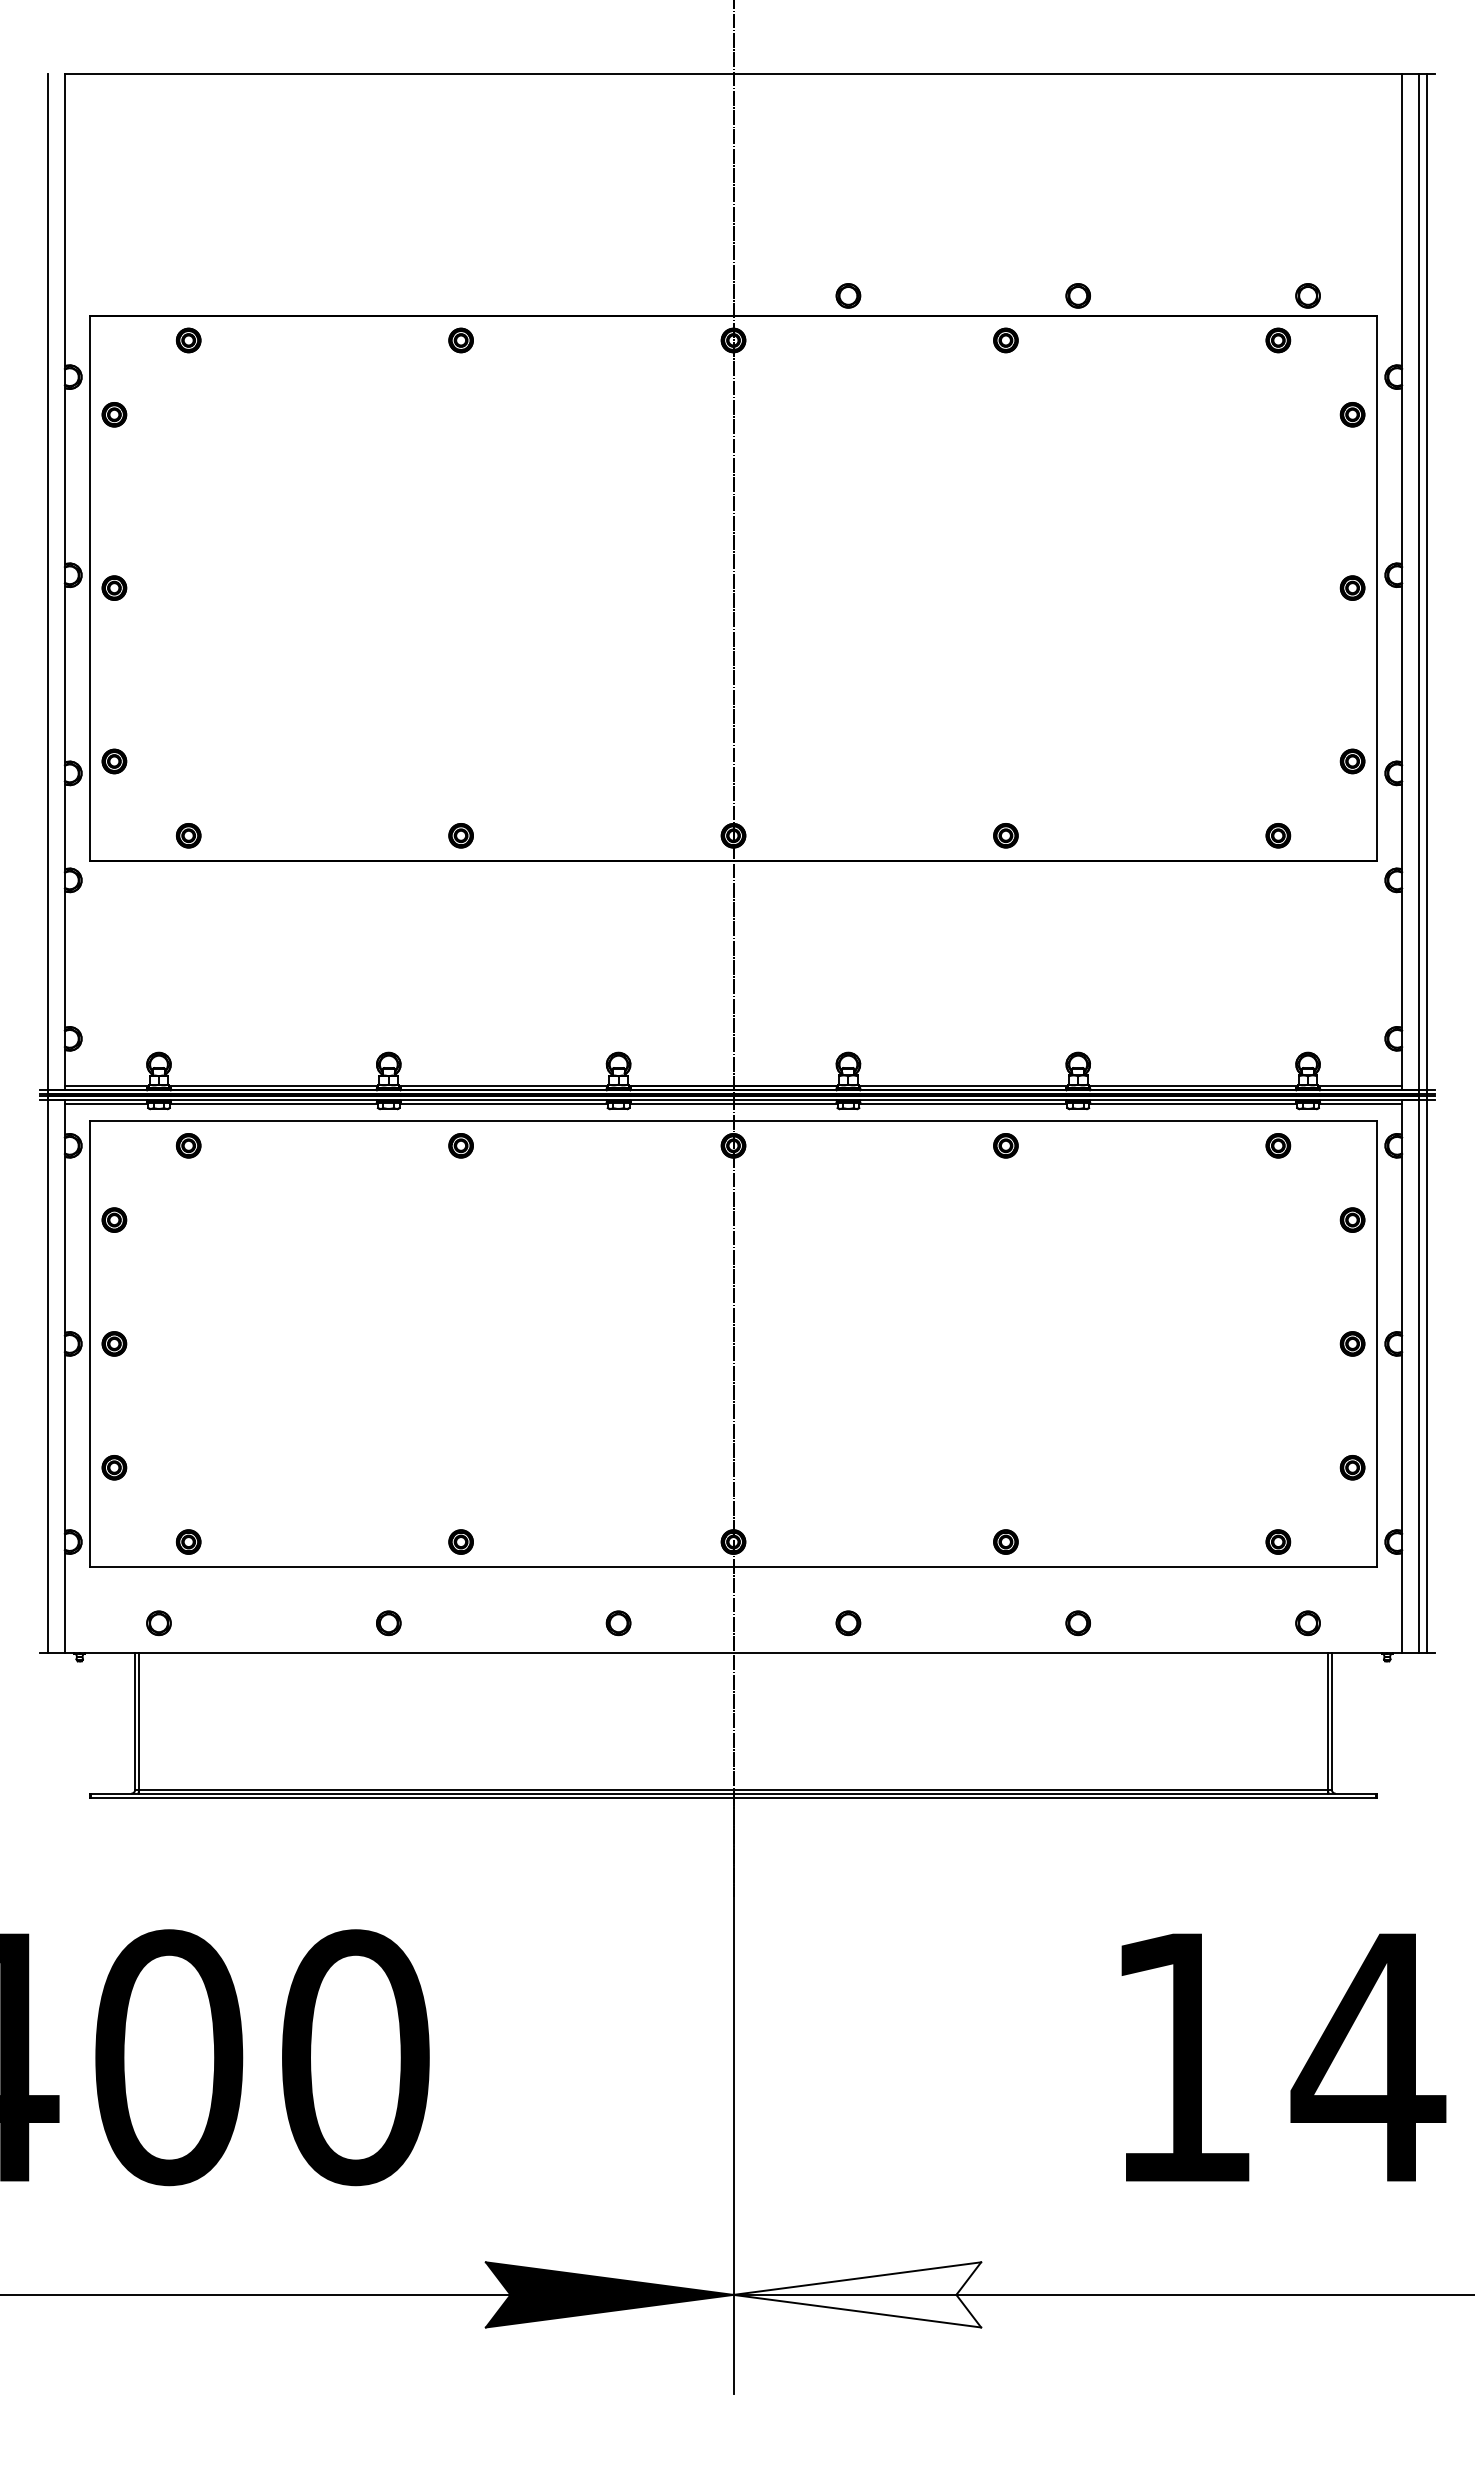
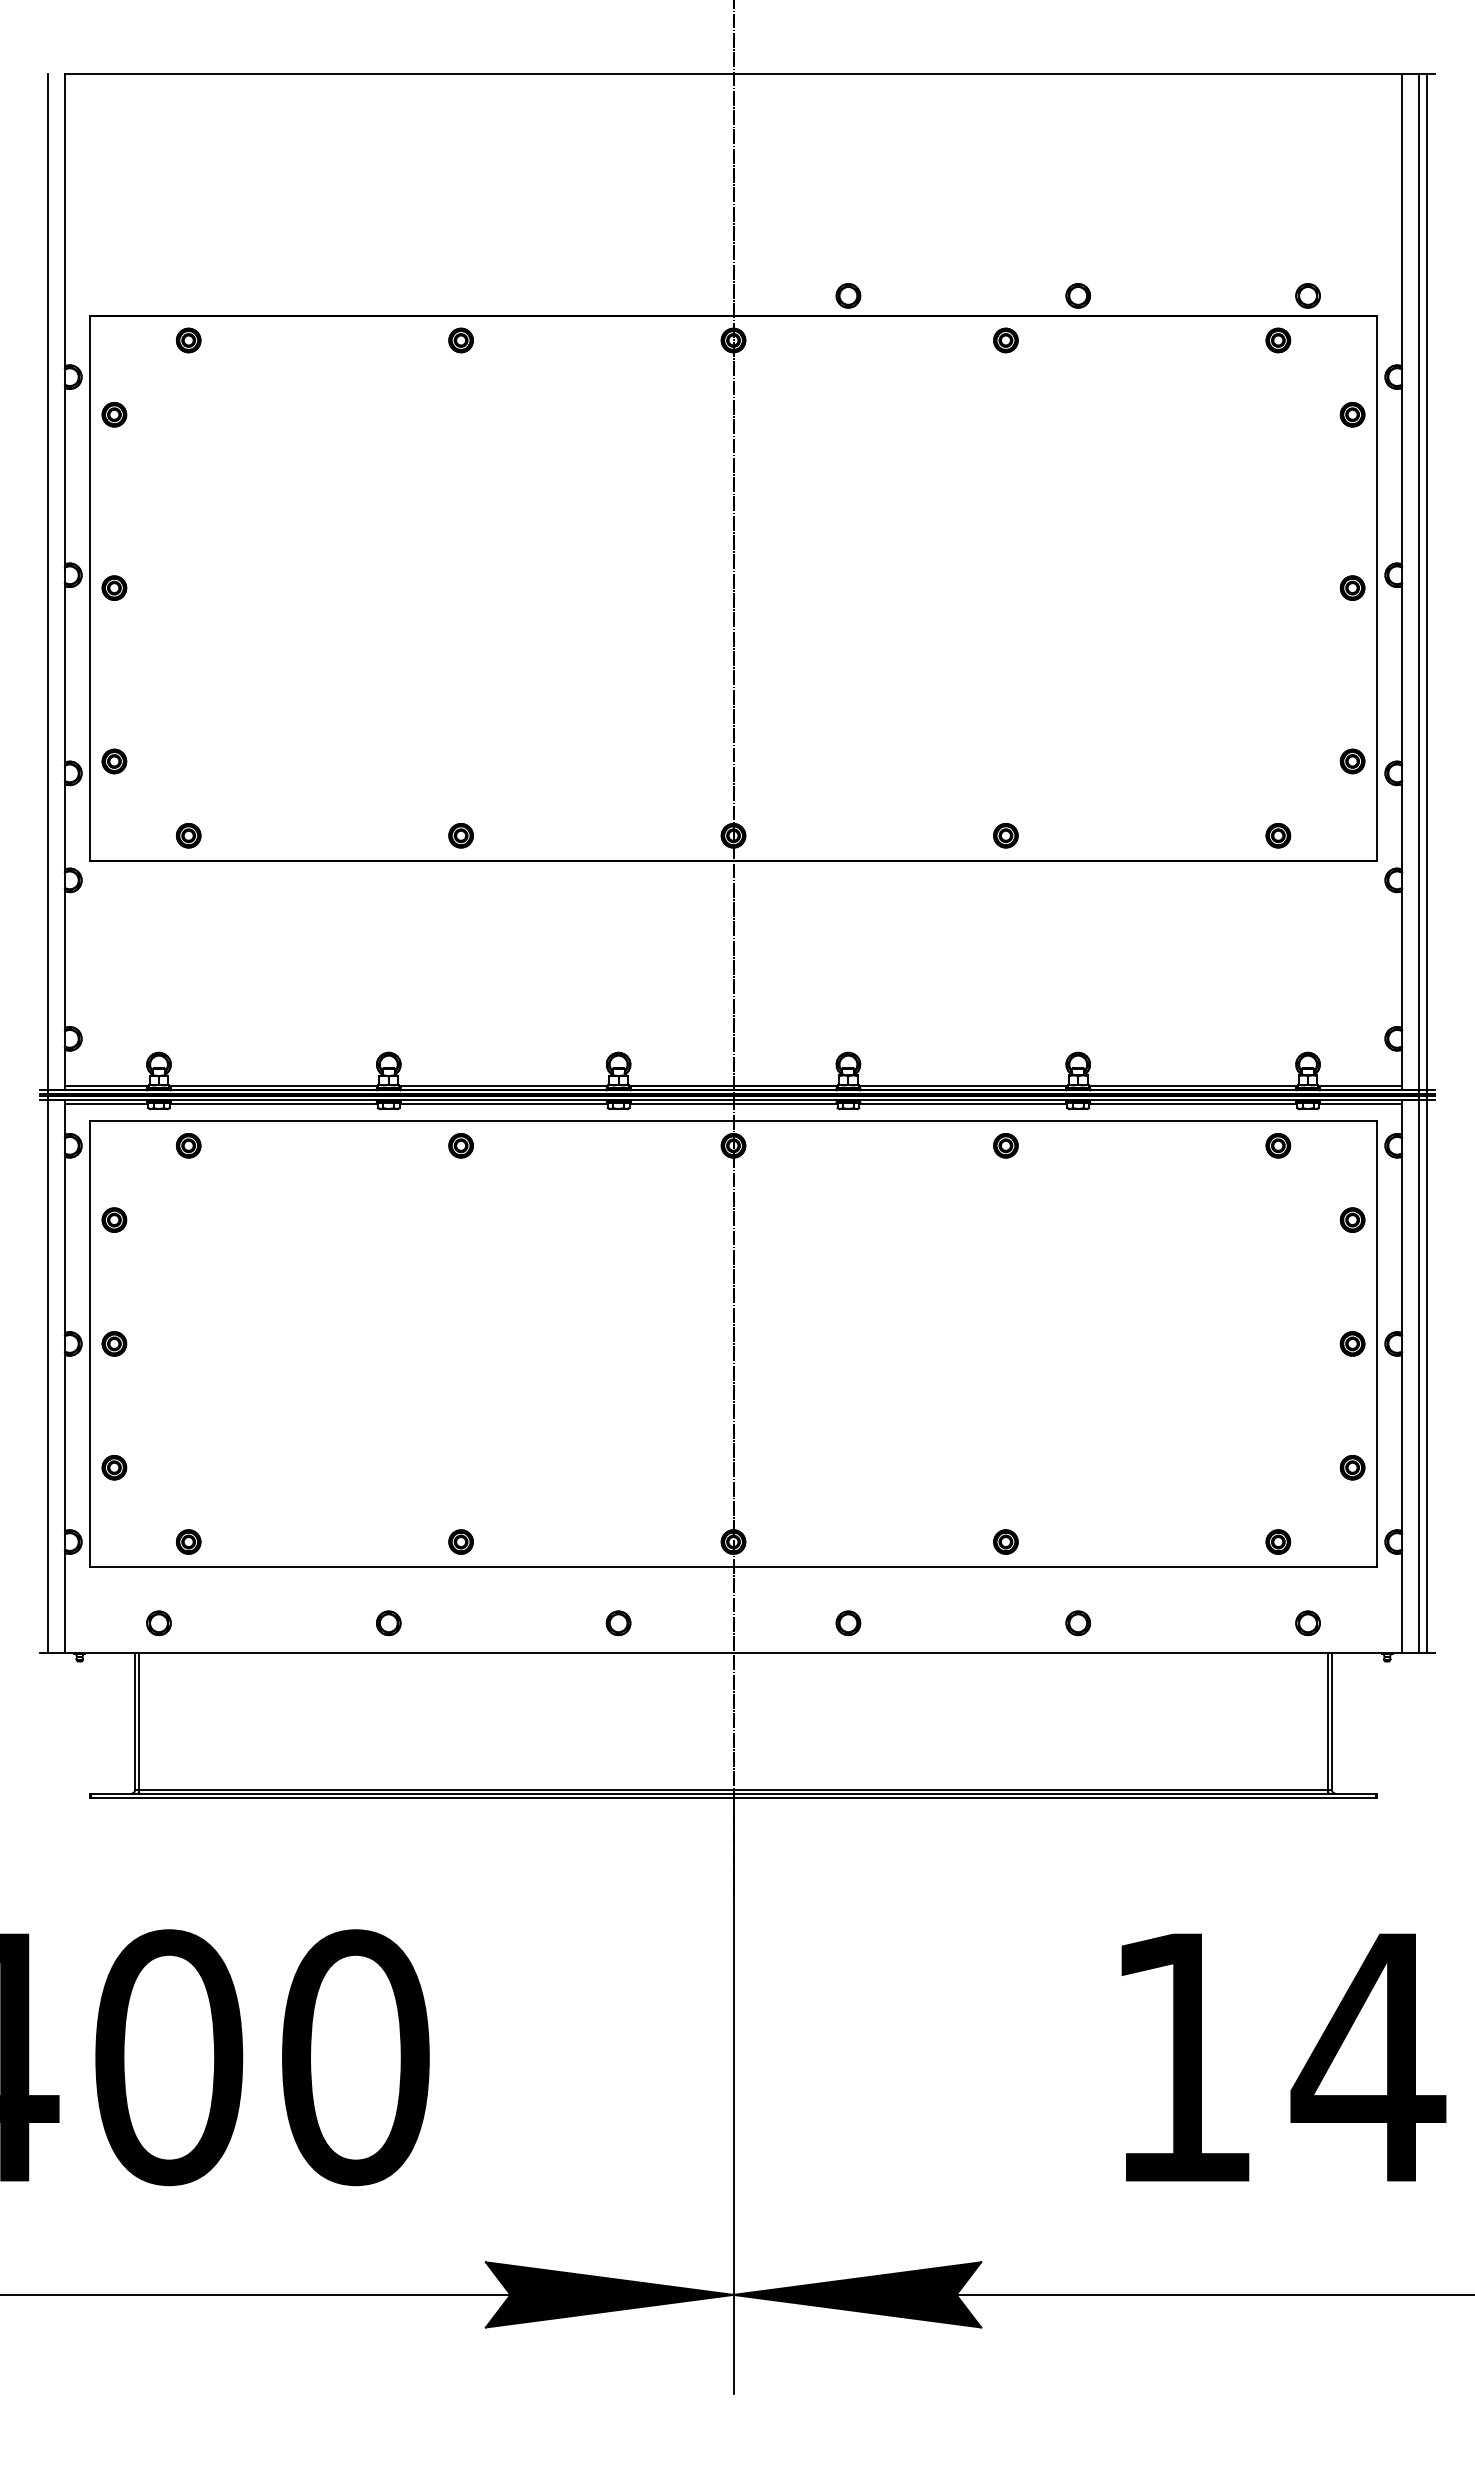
fill at (857, 2294): none -> present
